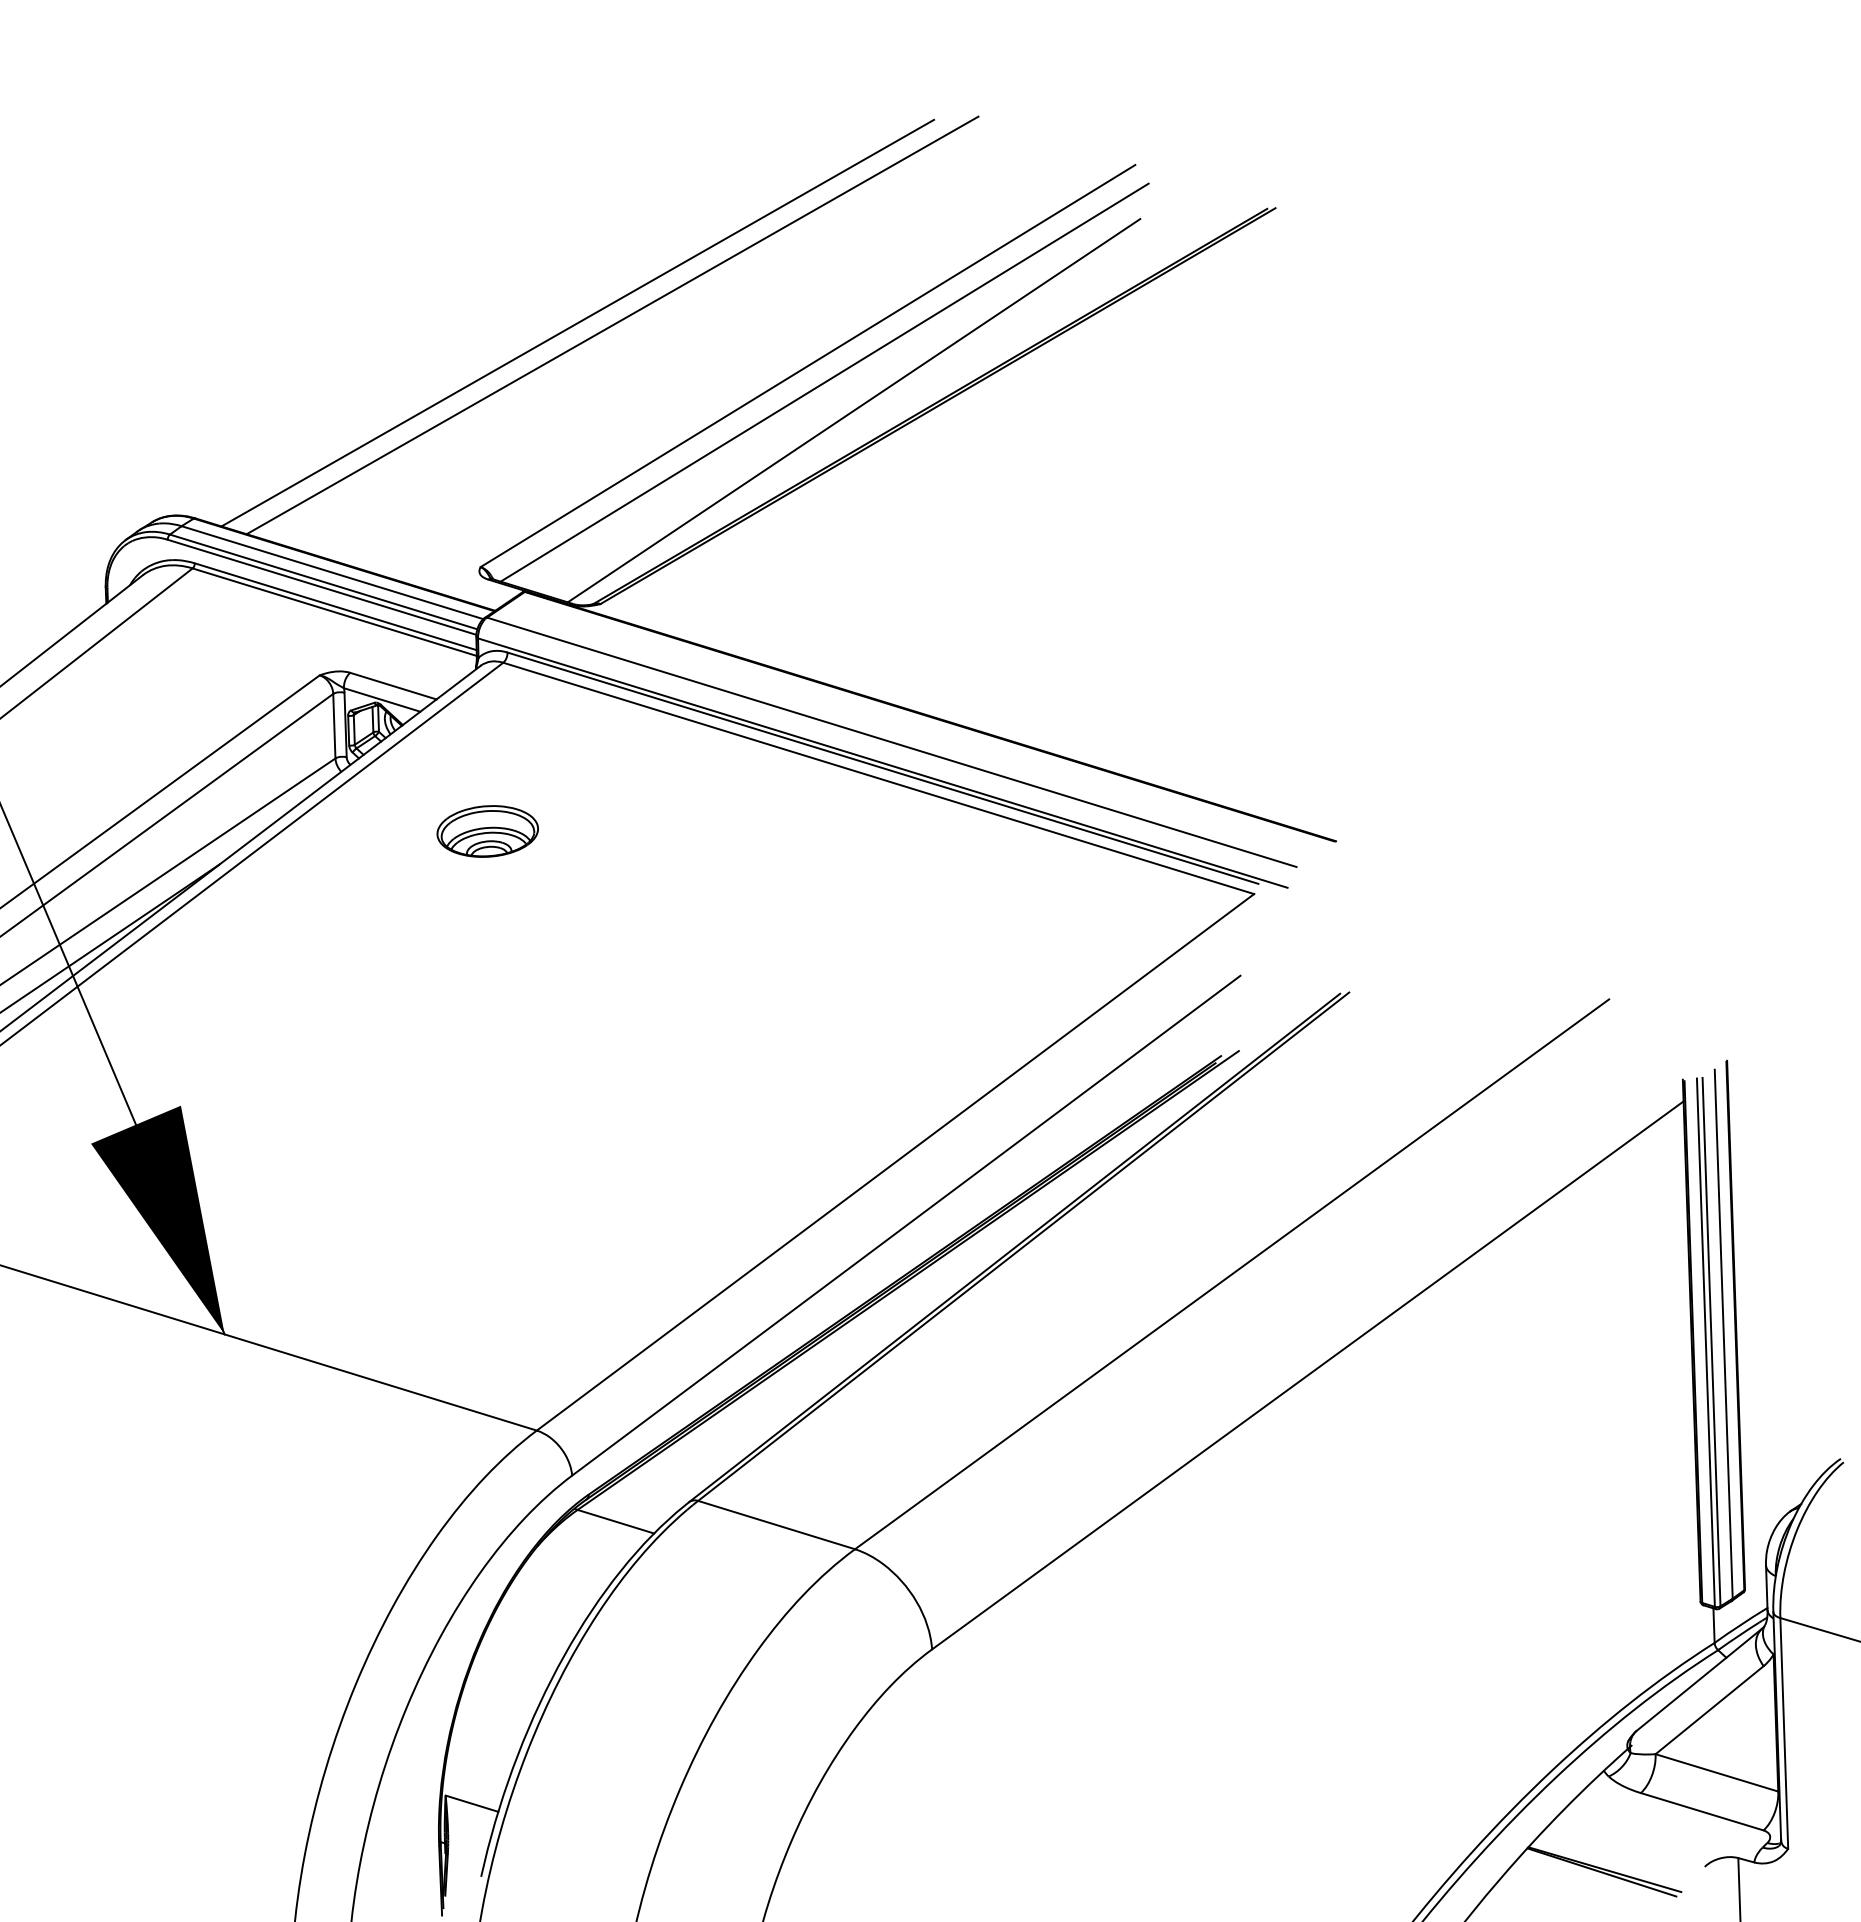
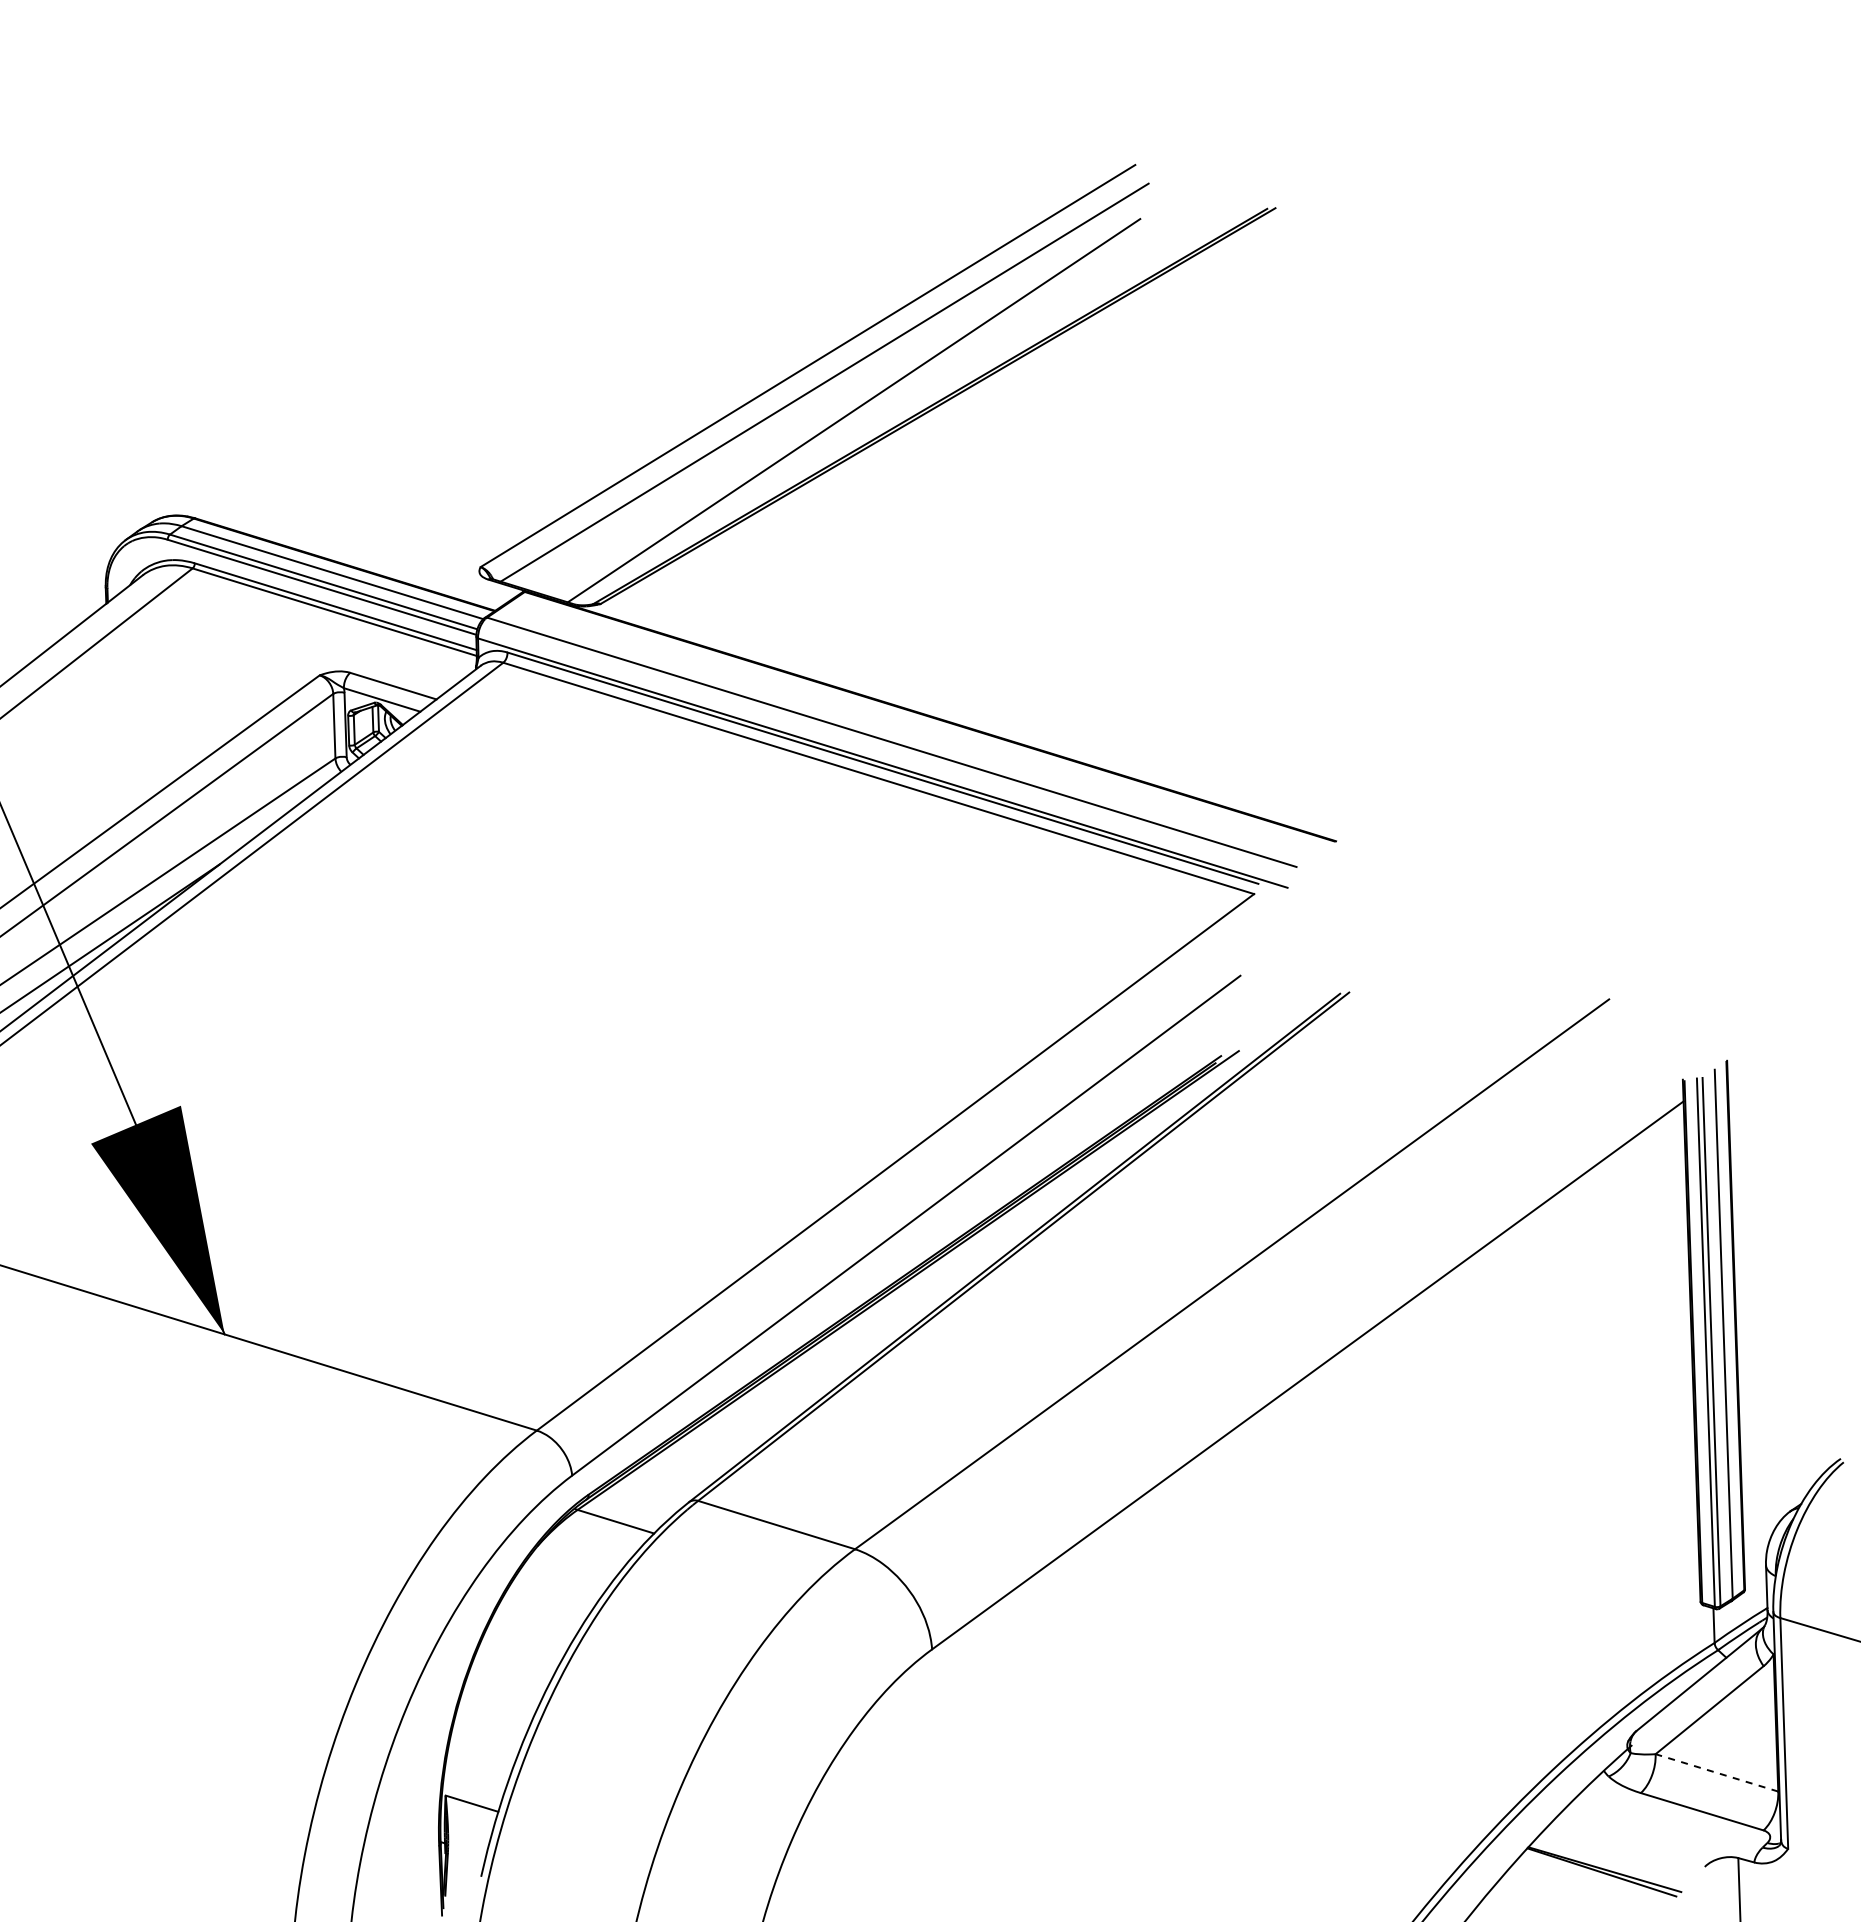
line at (577, 322): present -> none
line at (612, 325): present -> none
part at (487, 831): present -> none
line at (1716, 1772): solid -> dashed
